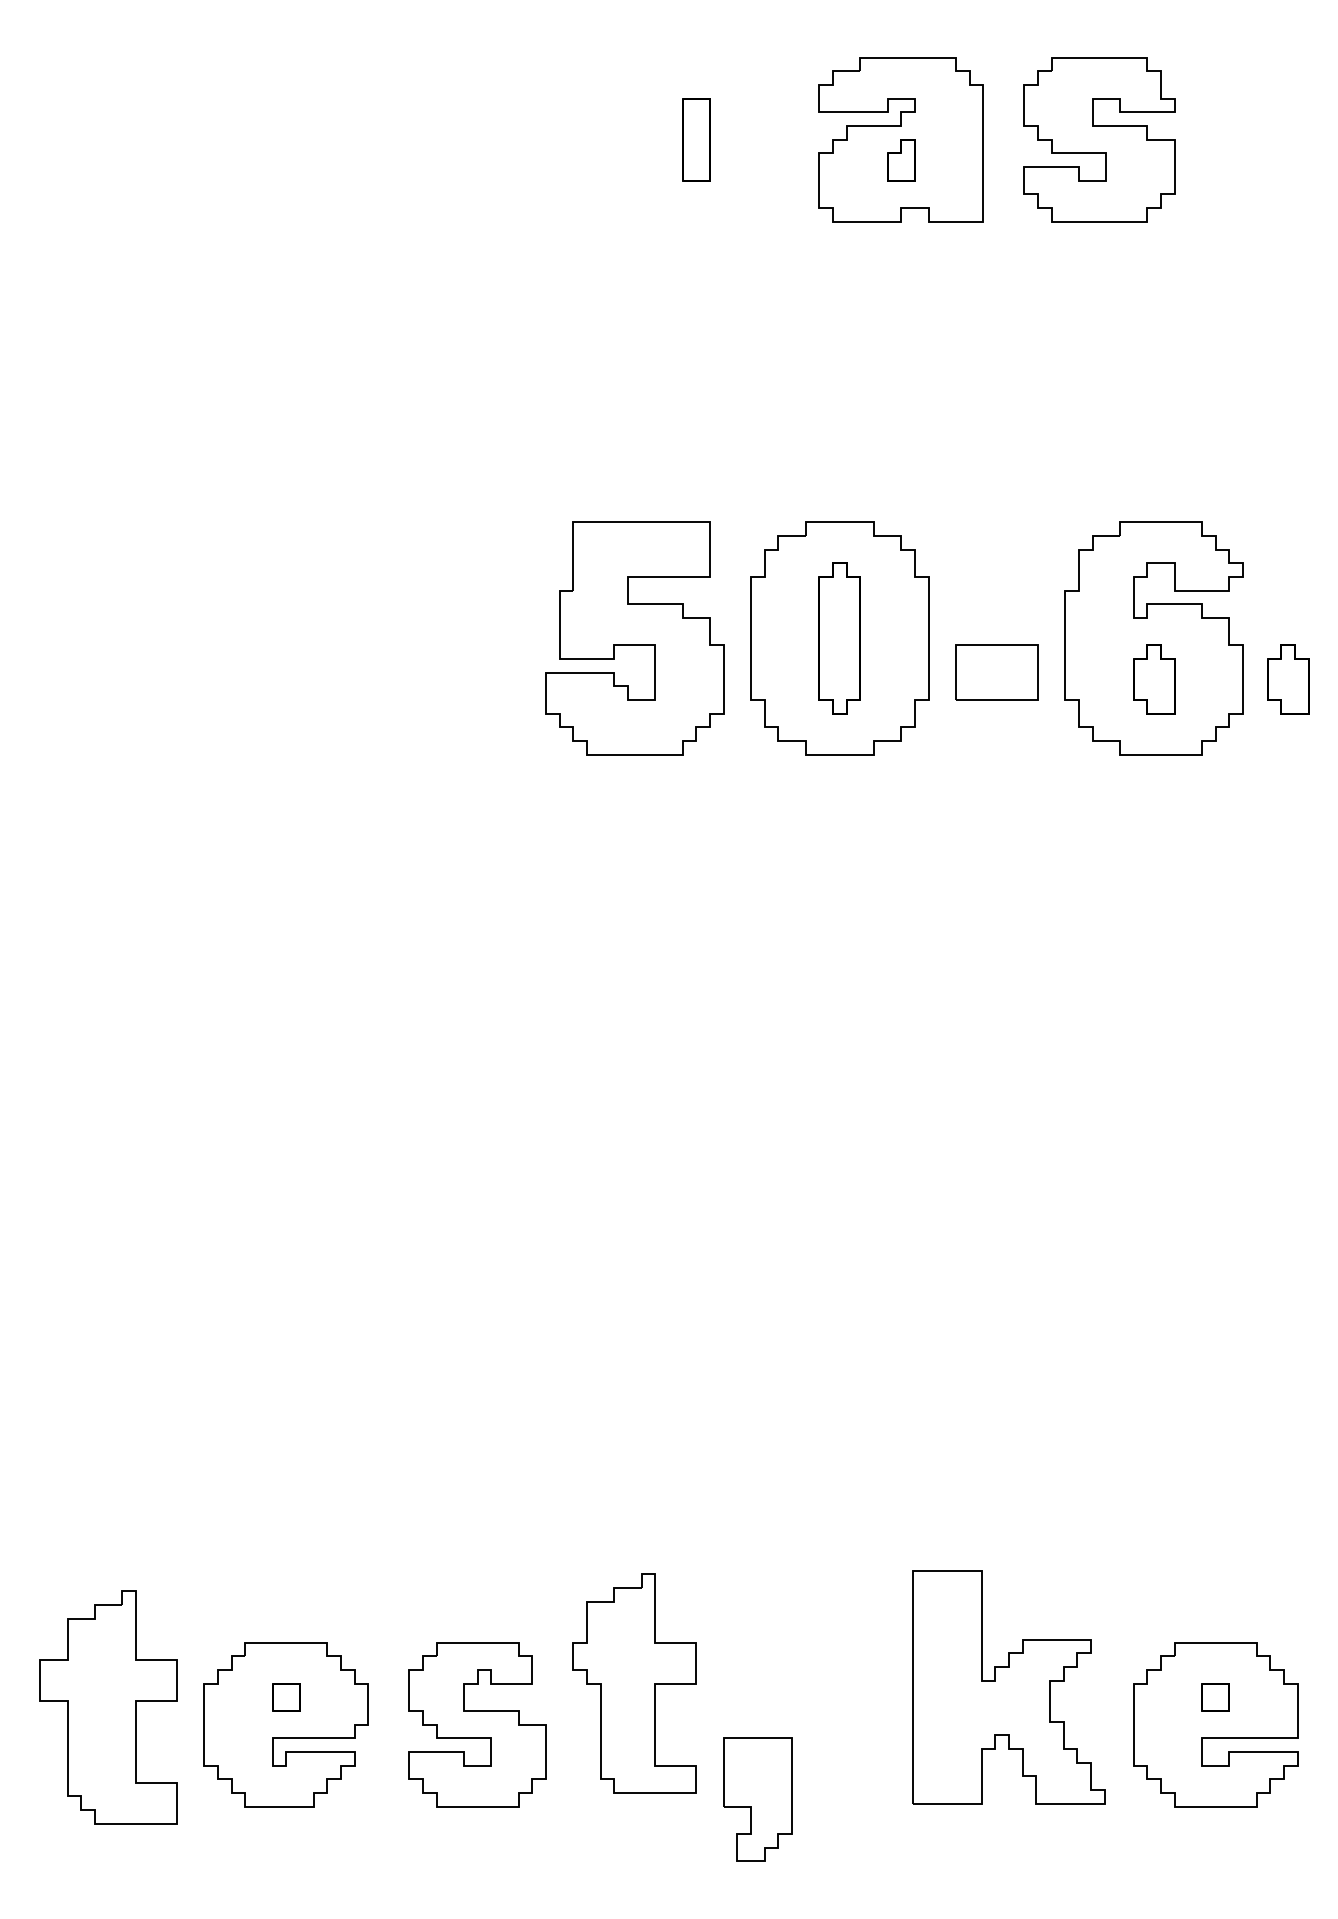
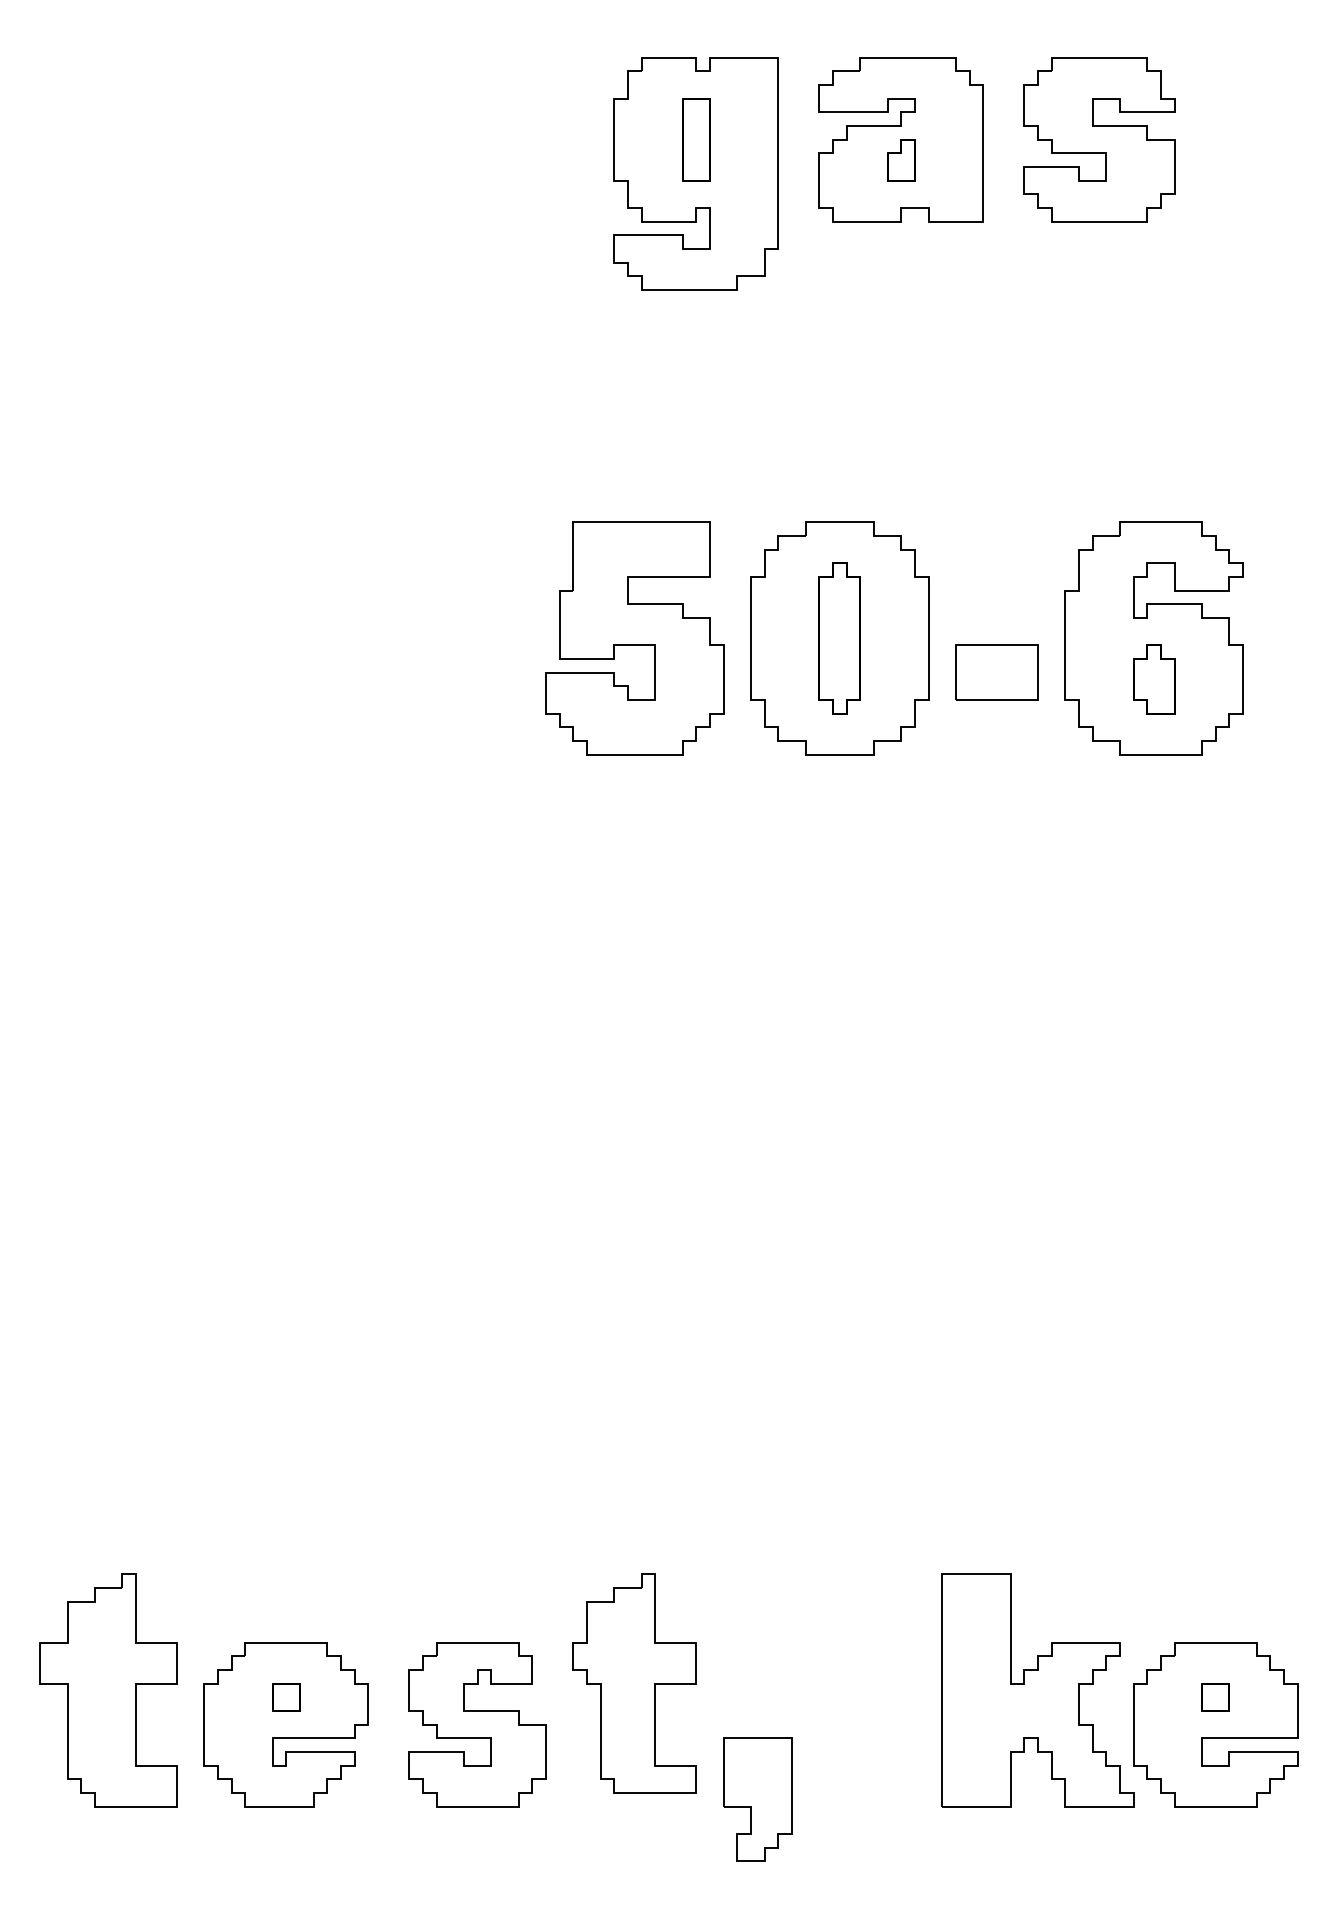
part at (695, 173): none -> present
part at (1288, 679): present -> none
part at (1008, 1687) position: (1008, 1687) -> (1037, 1690)
part at (108, 1707) position: (108, 1707) -> (108, 1690)
